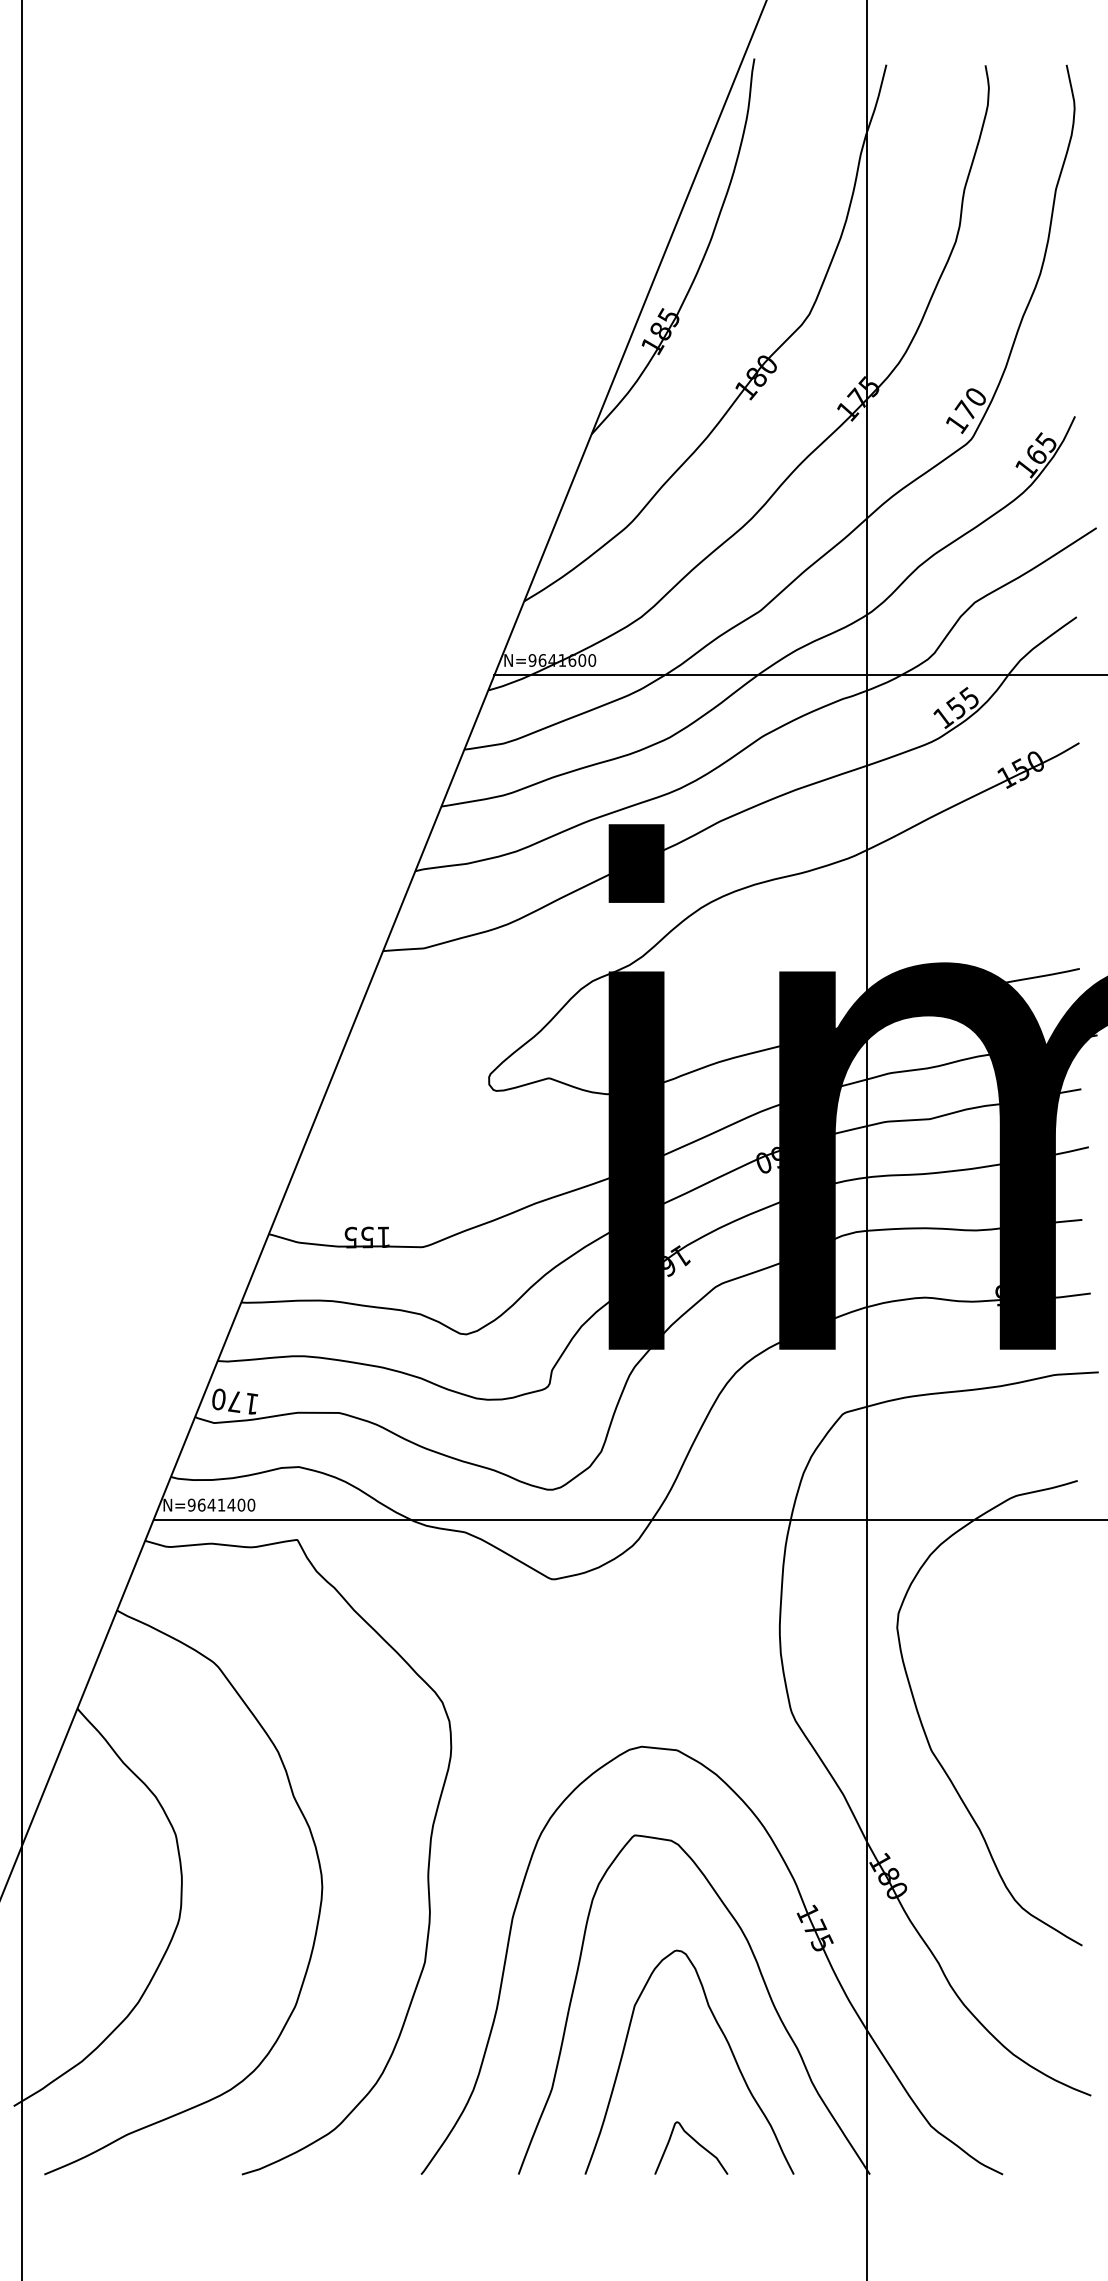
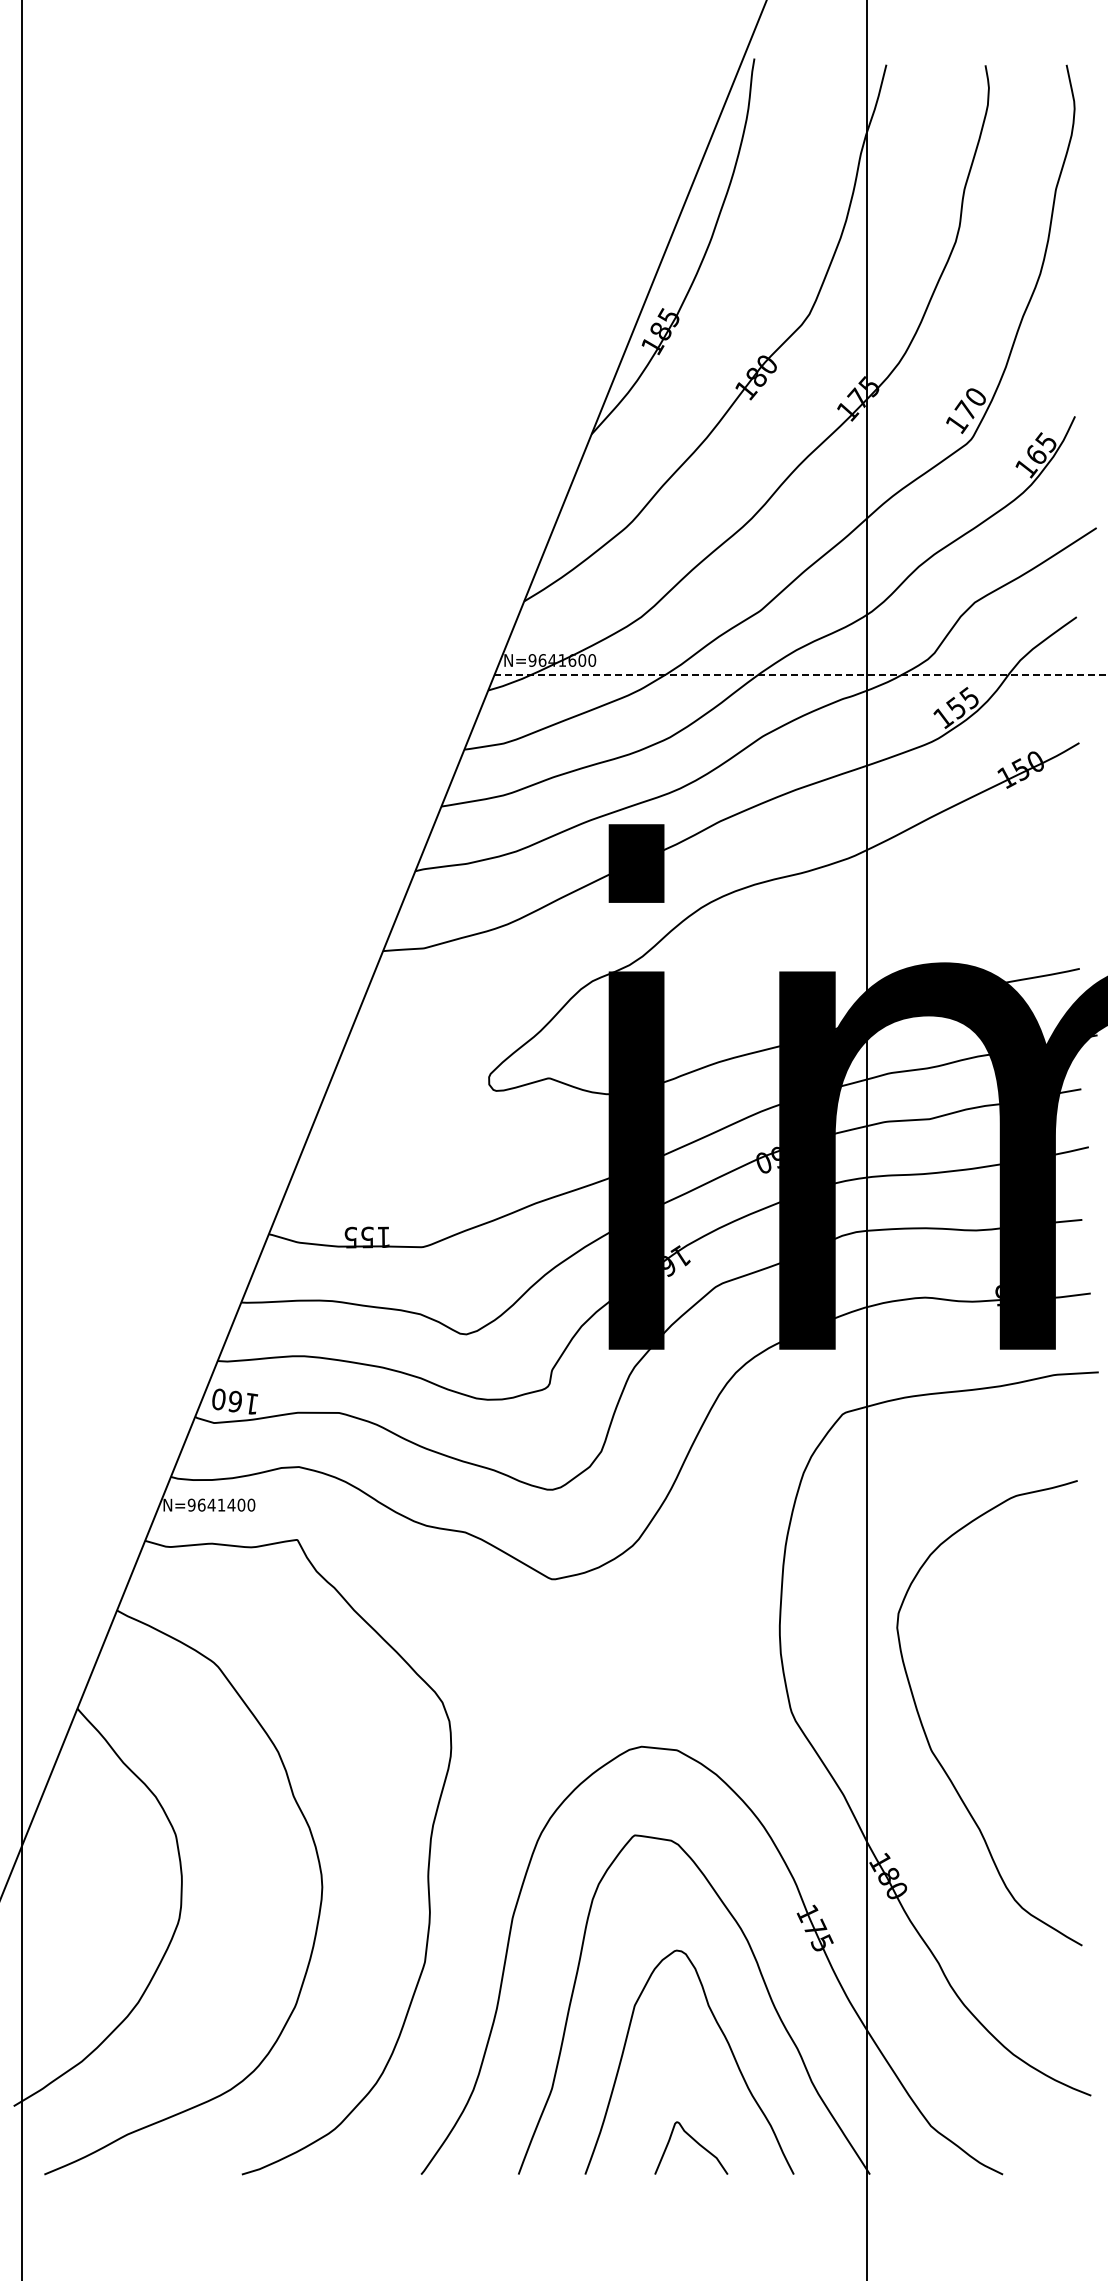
line at (801, 675): solid -> dashed
text at (234, 1401): 170 -> 160
line at (628, 1519): present -> none
